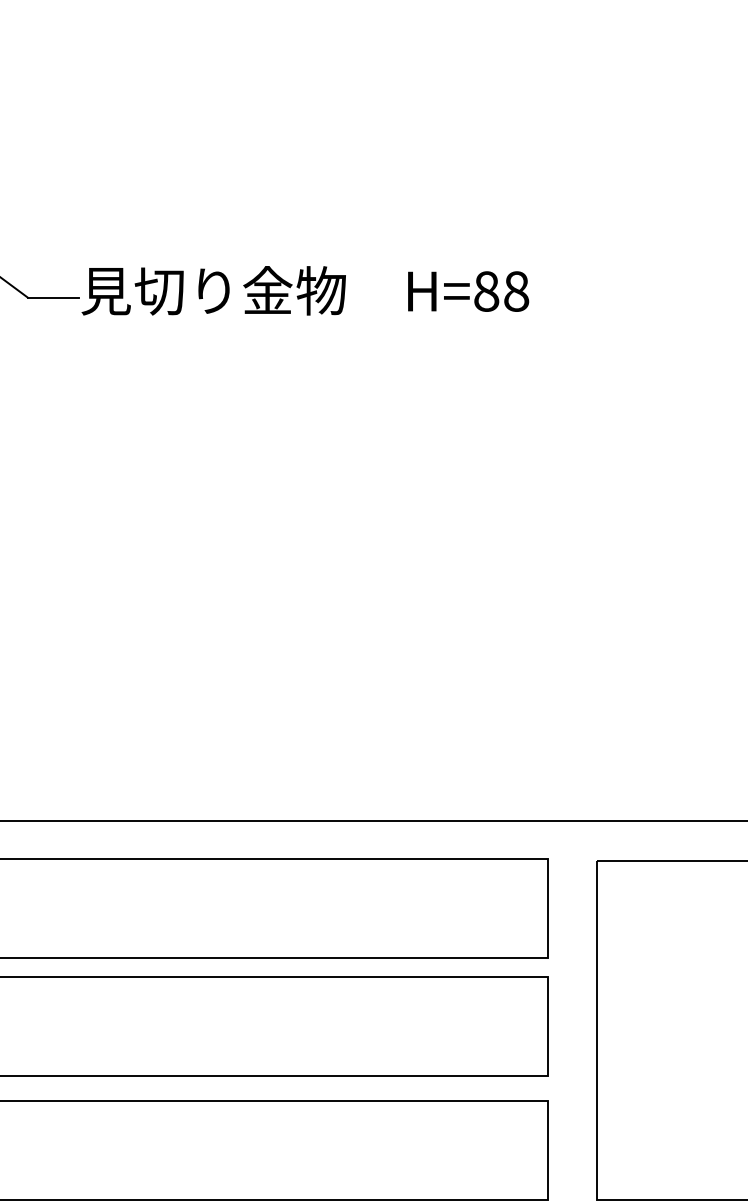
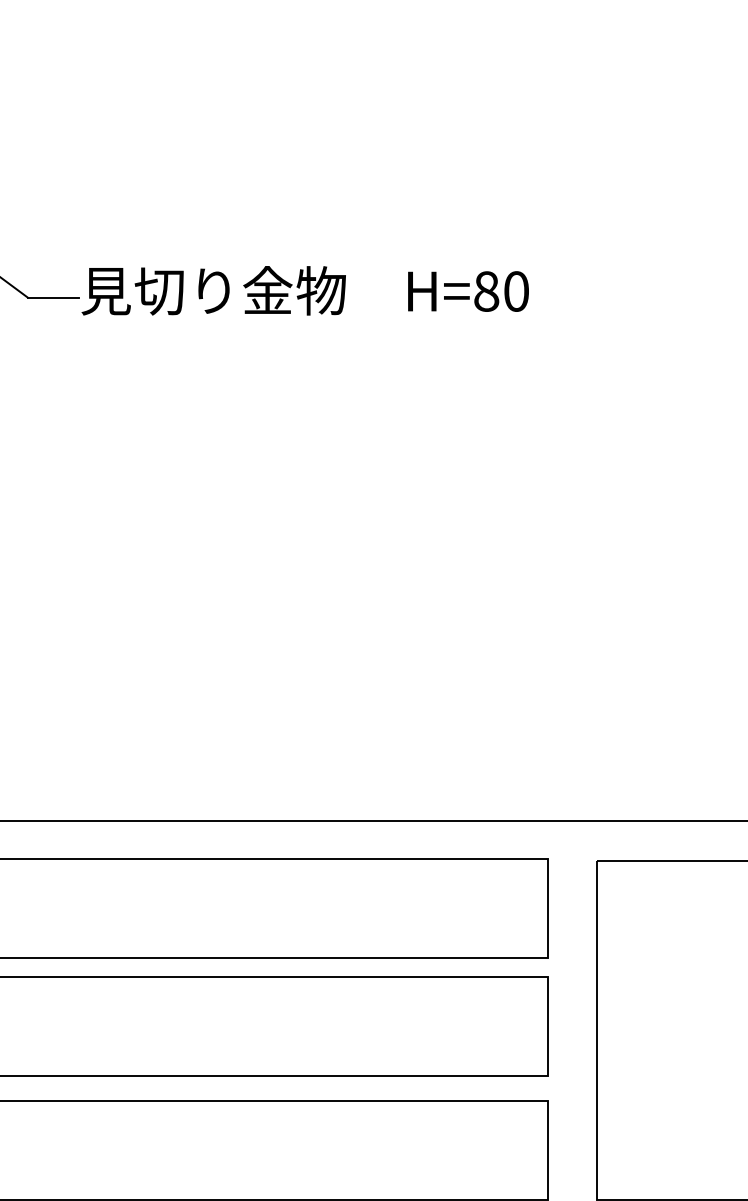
text at (516, 291): H=88 -> H=80
